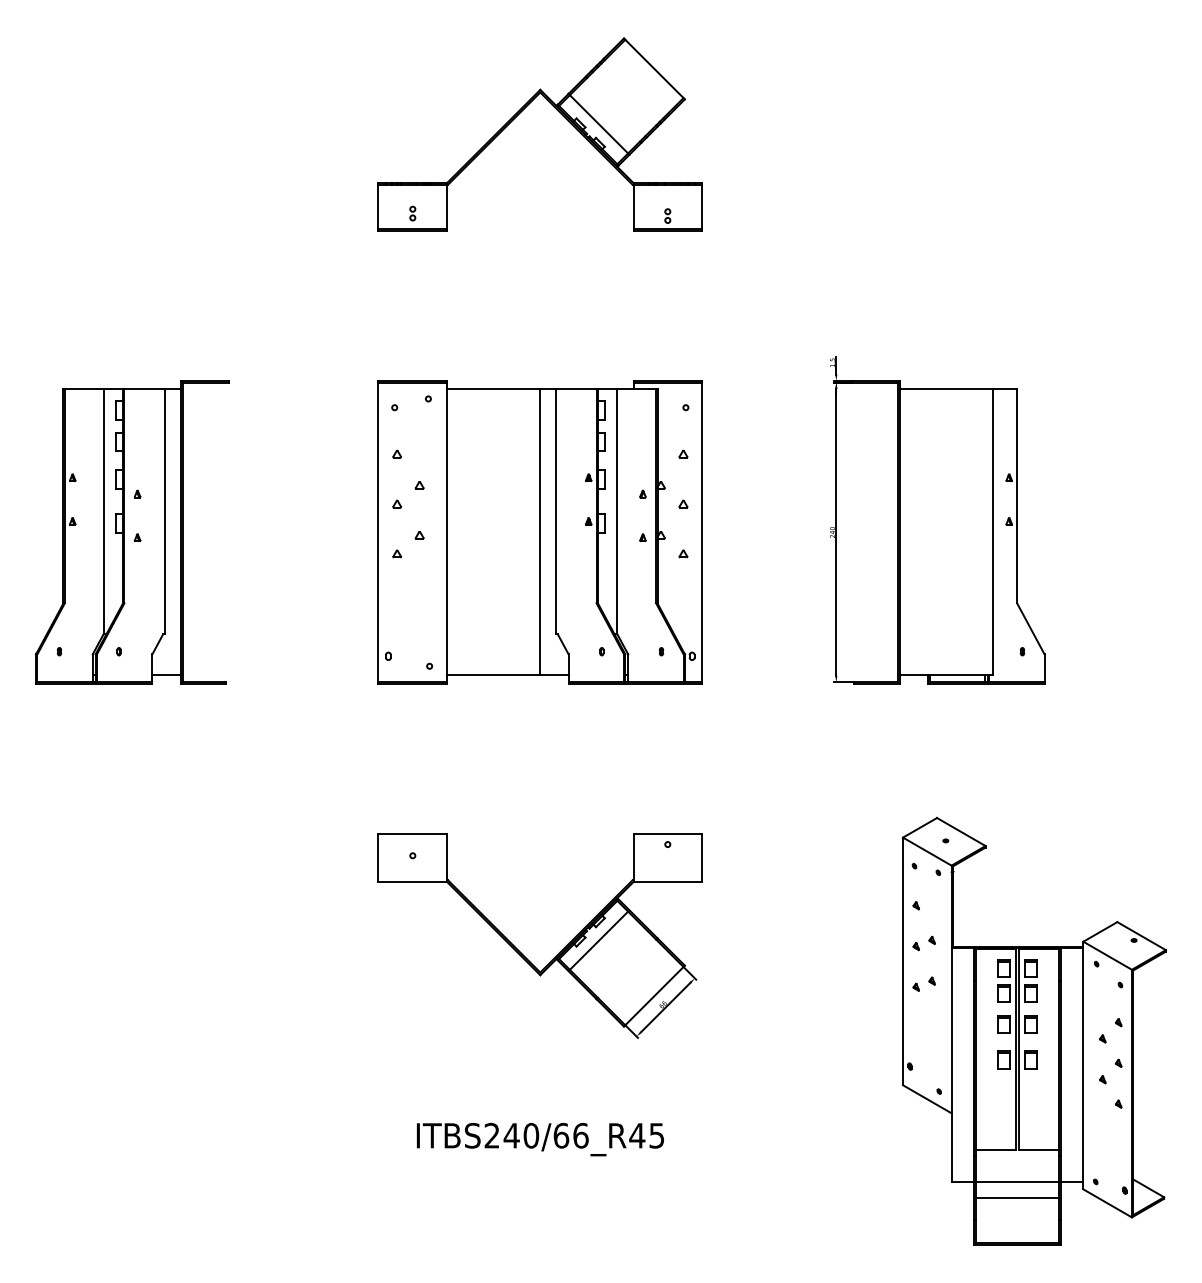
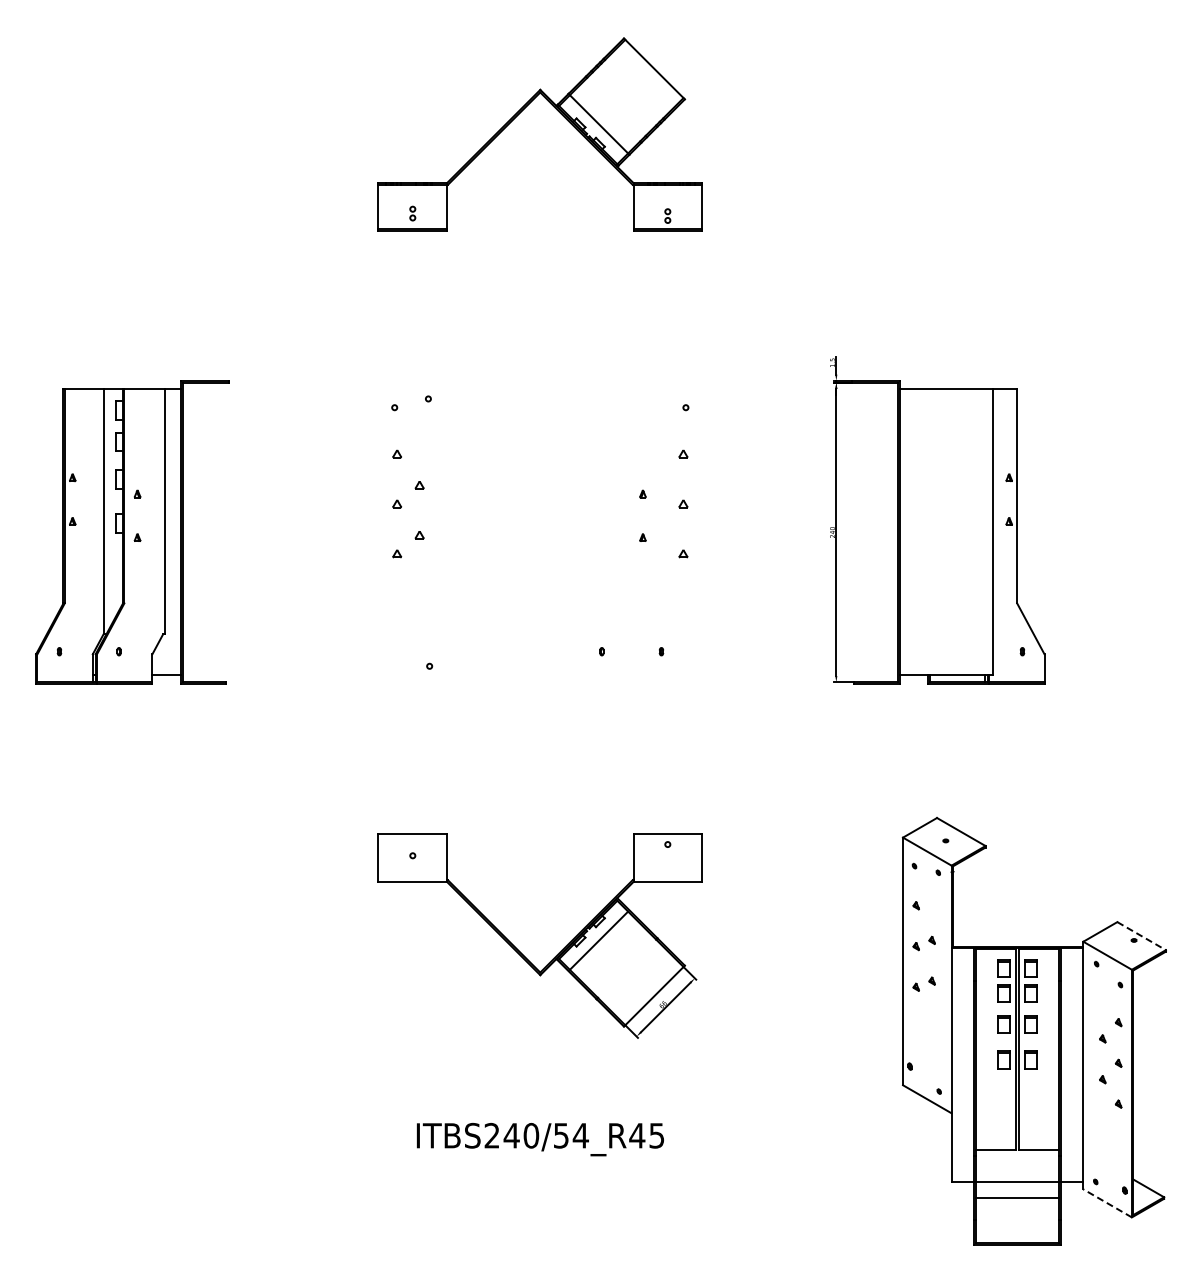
part at (539, 532): present -> none
line at (1142, 936): solid -> dashed
text at (570, 1135): ITBS240/66_R45 -> ITBS240/54_R45
line at (1107, 1203): solid -> dashed
